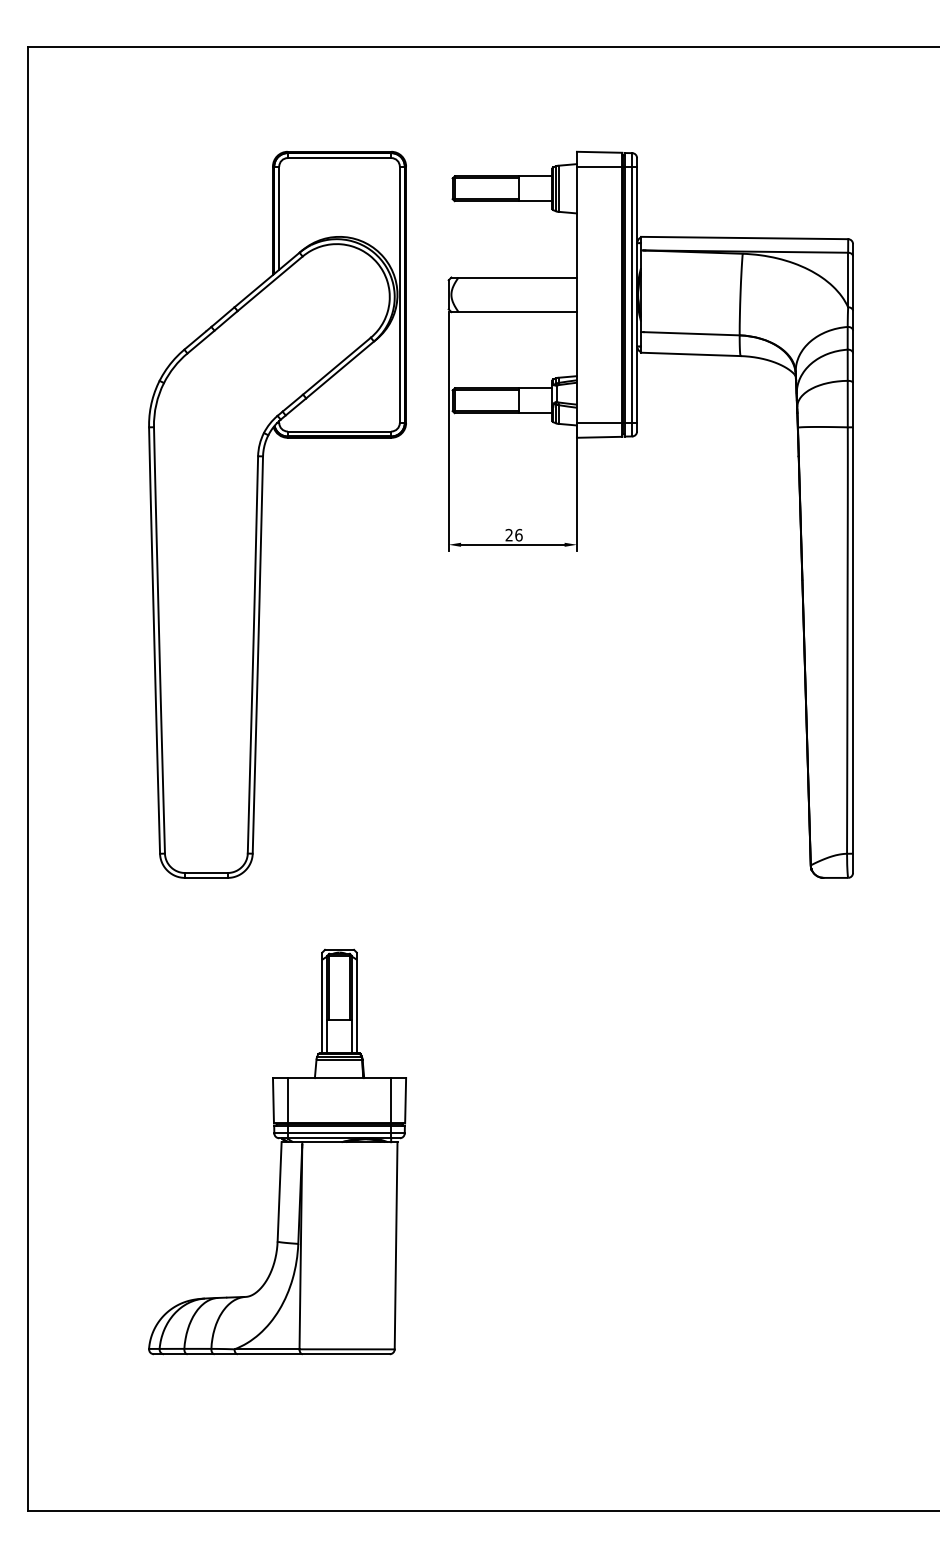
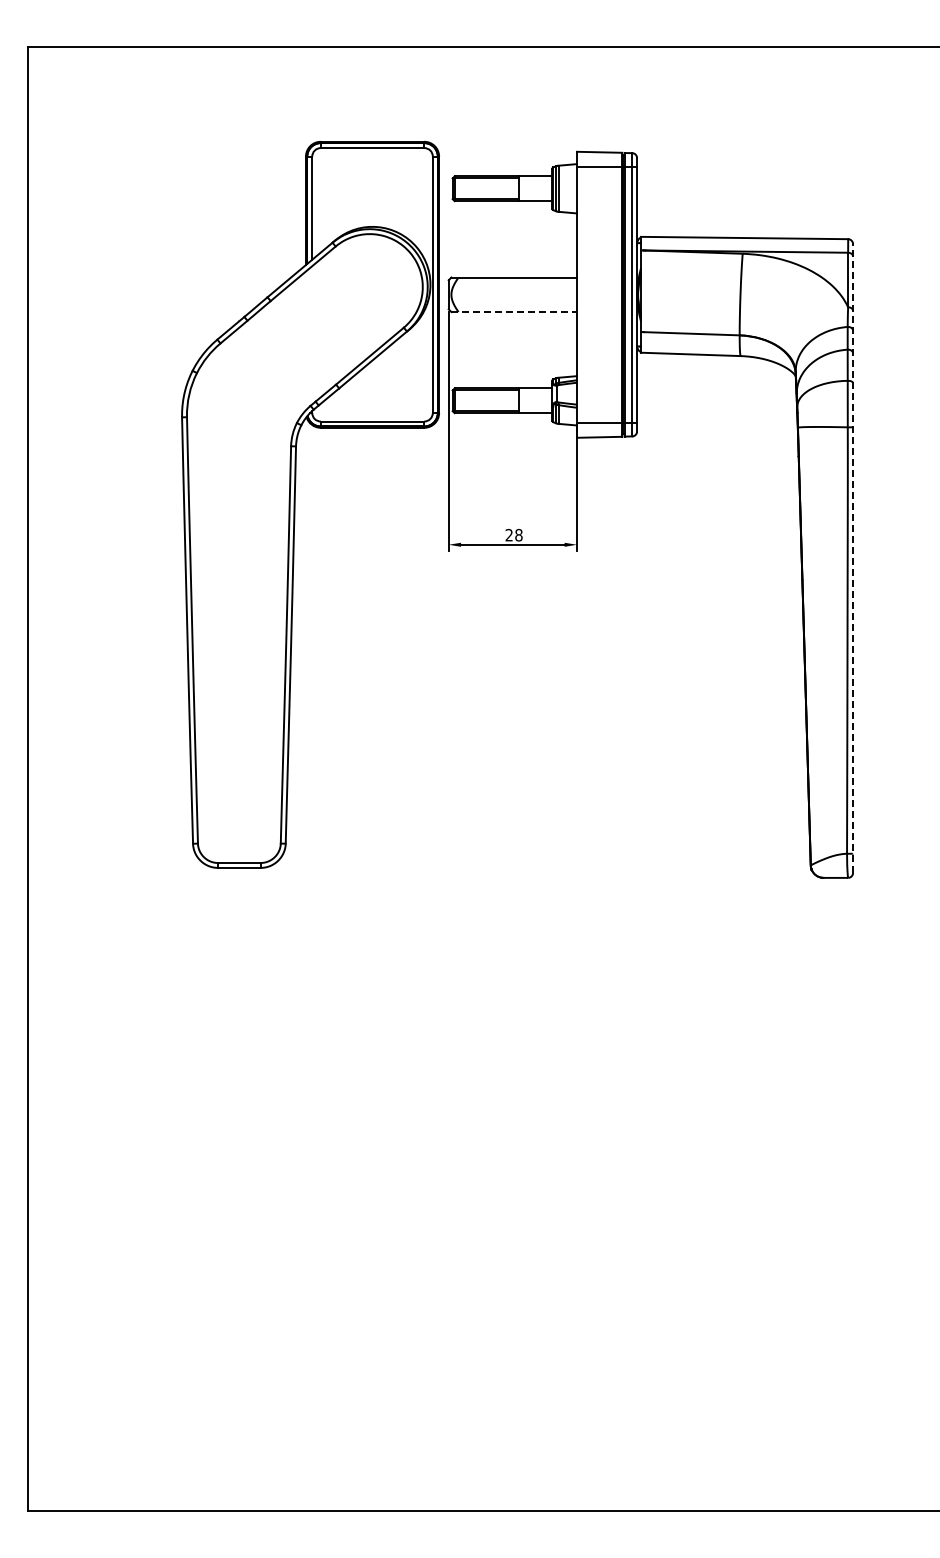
line at (514, 312): solid -> dashed
part at (262, 514) position: (262, 514) -> (295, 504)
text at (518, 535): 26 -> 28
line at (853, 558): solid -> dashed
part at (277, 1151): present -> none
